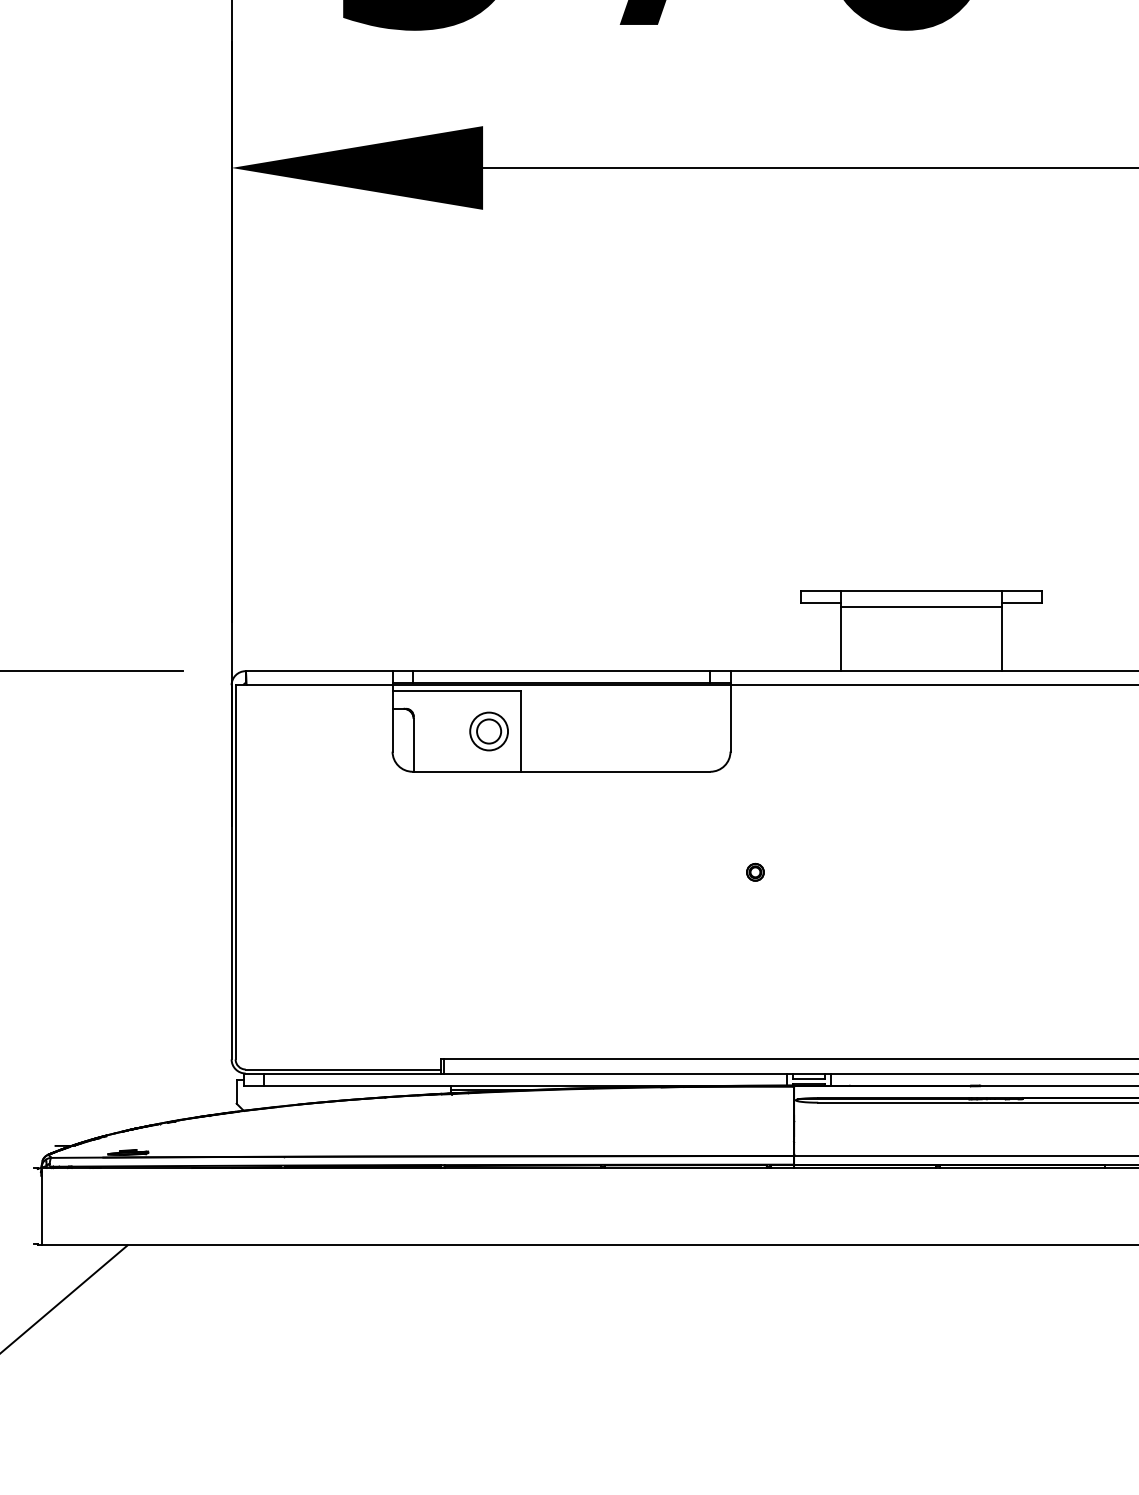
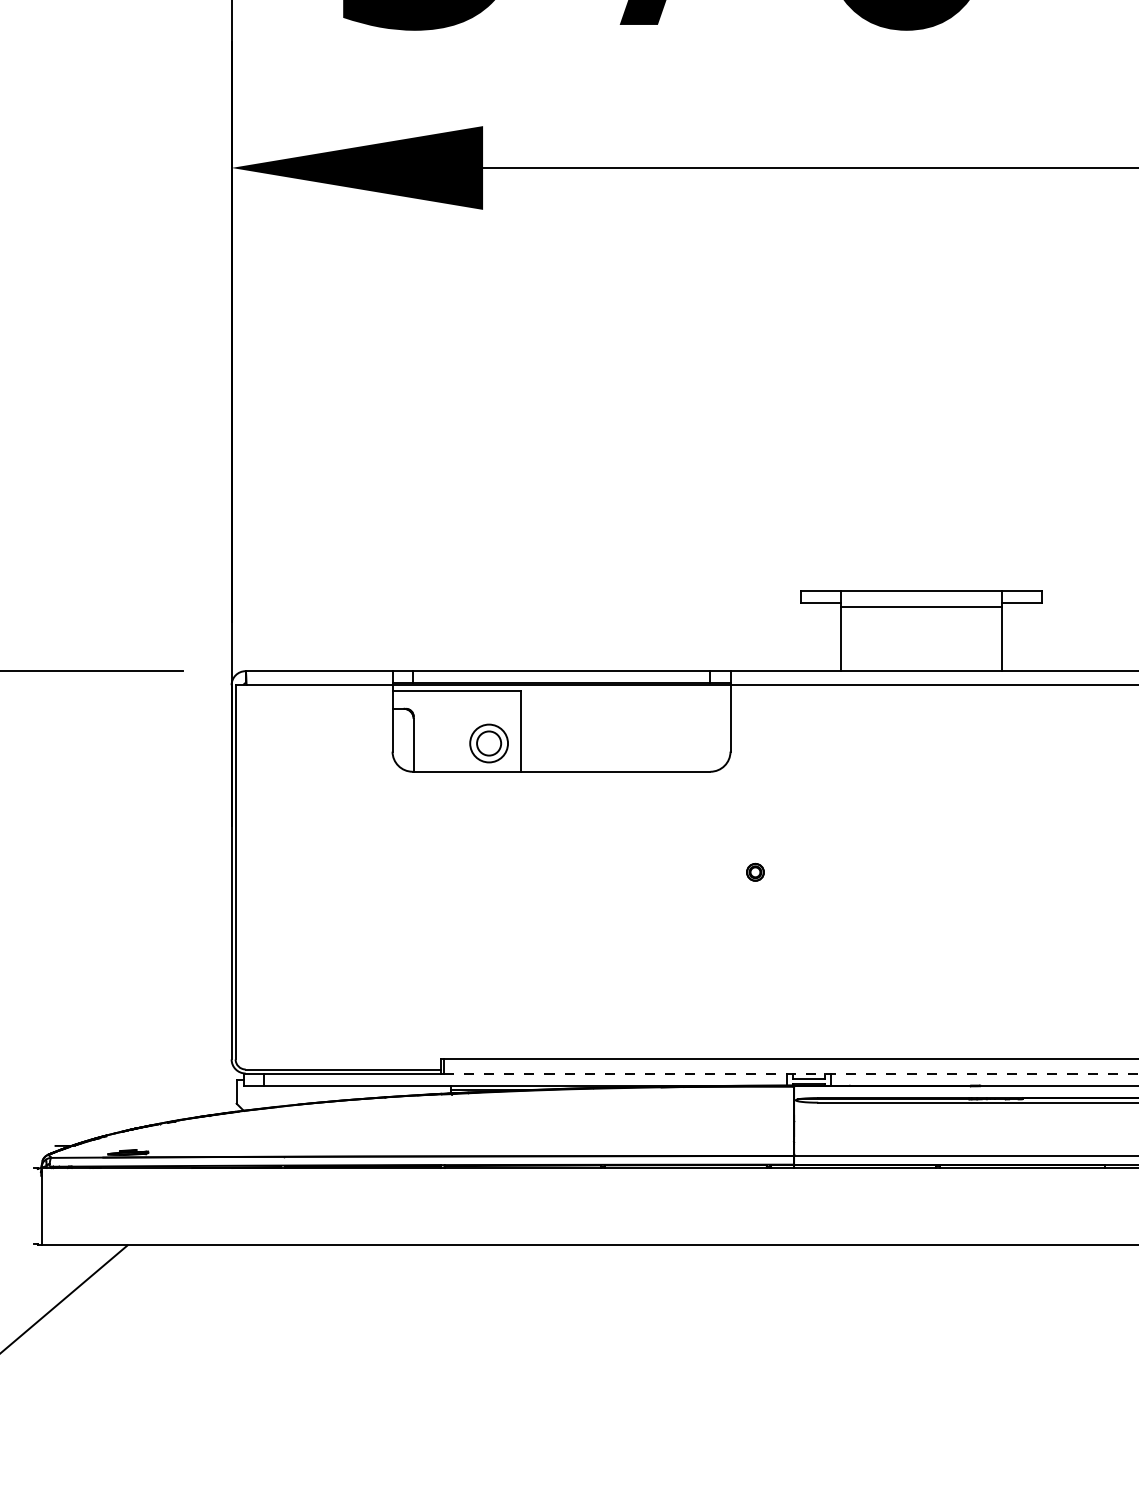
part at (488, 731) position: (488, 731) -> (488, 743)
line at (791, 1073): solid -> dashed
